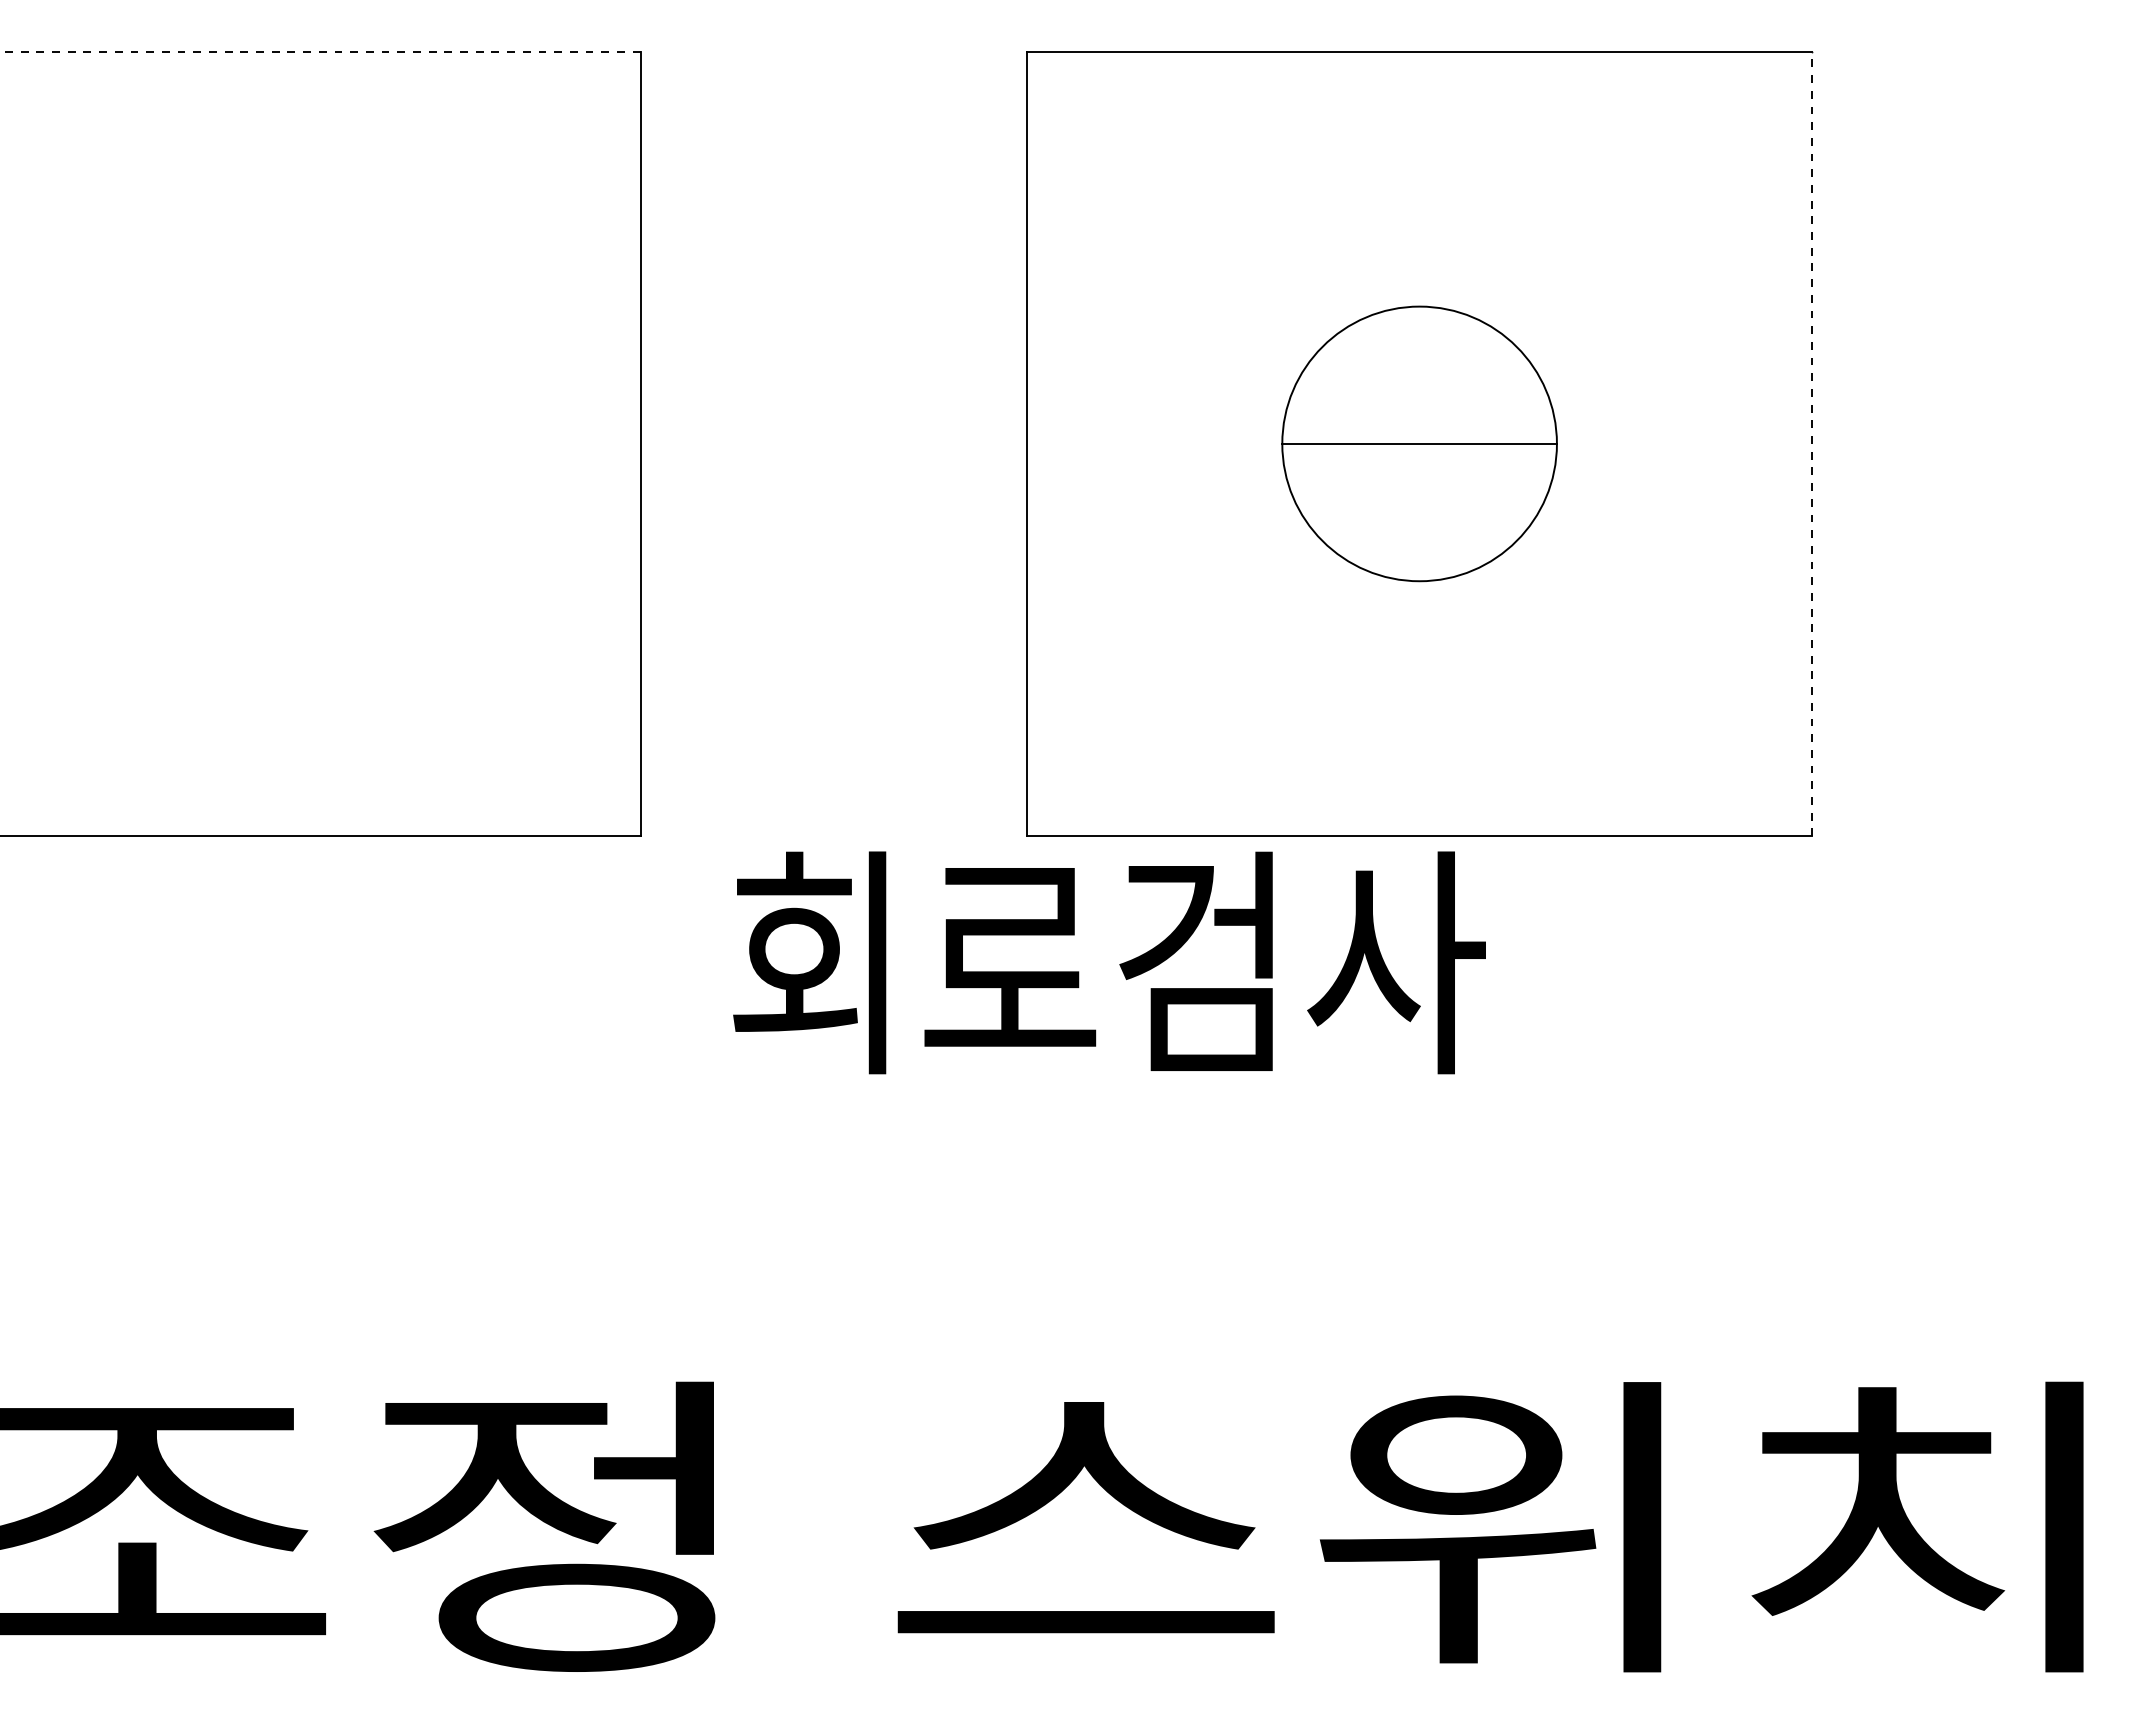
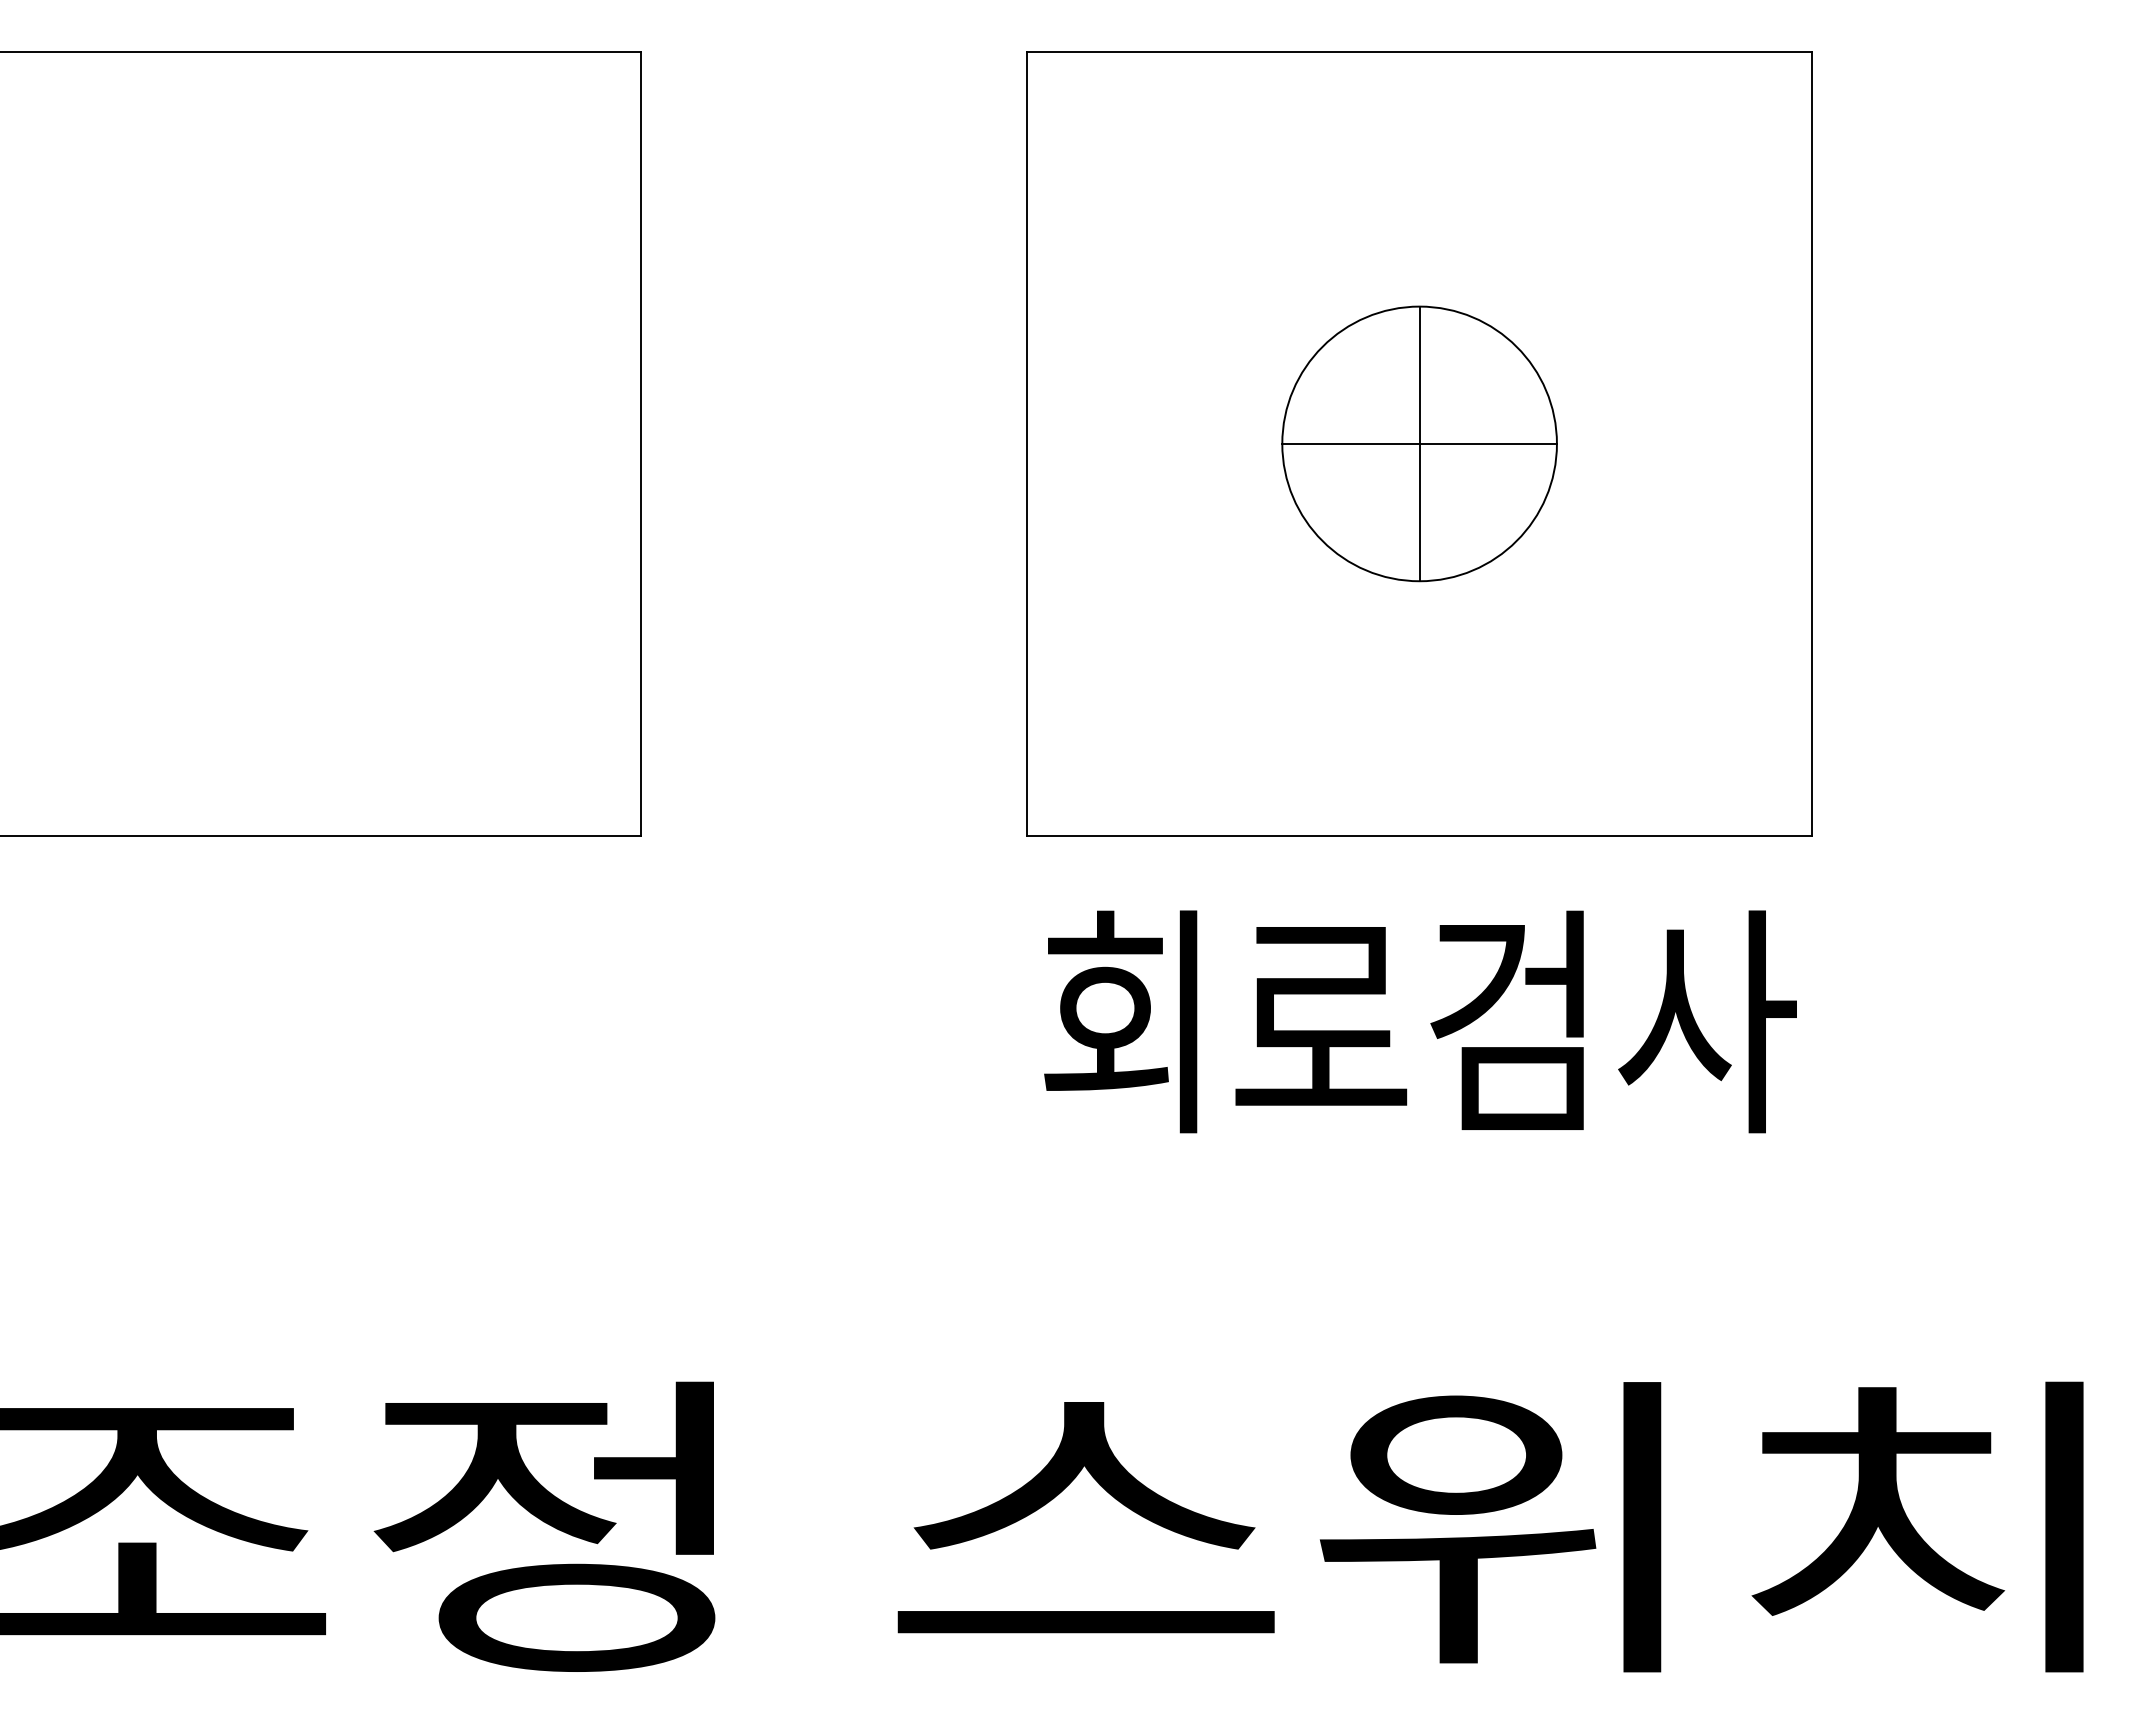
line at (320, 51): dashed -> solid
line at (1419, 443): none -> present
line at (1811, 443): dashed -> solid
text at (1109, 962) position: (1109, 962) -> (1420, 1021)
